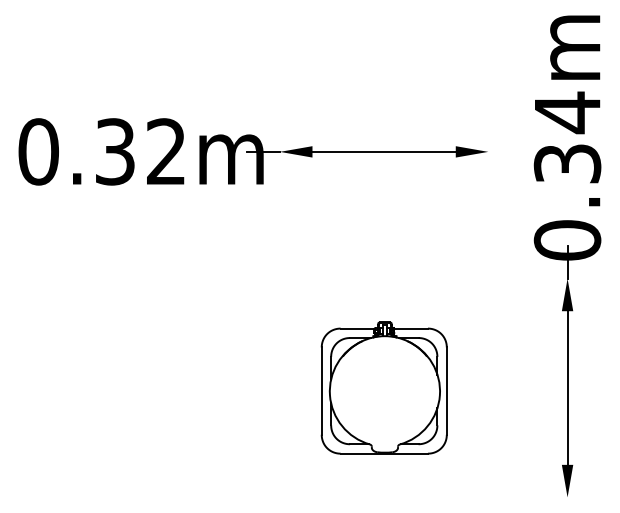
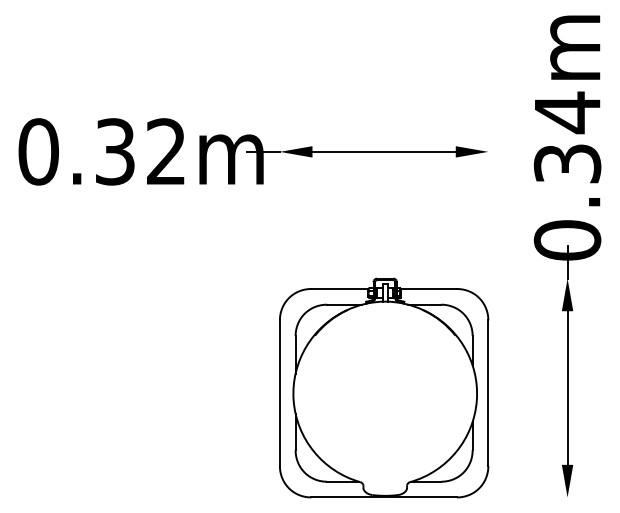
part at (383, 387) size: 128x134 px -> 211x222 px
